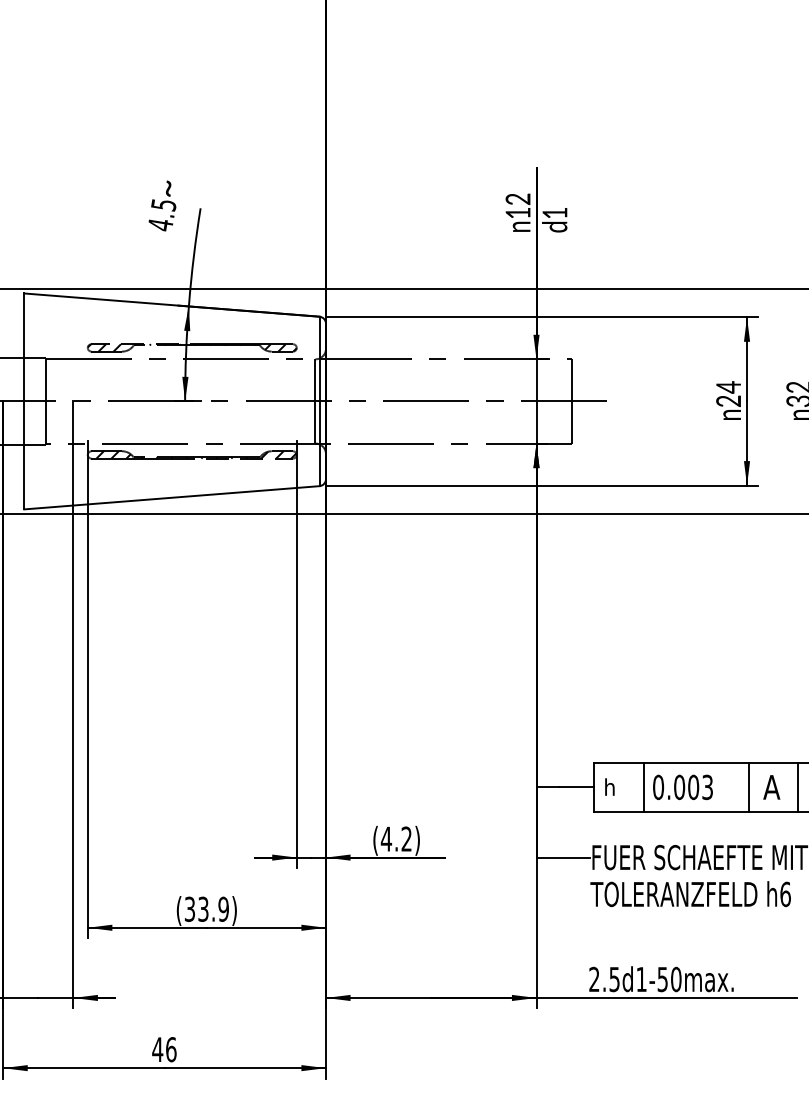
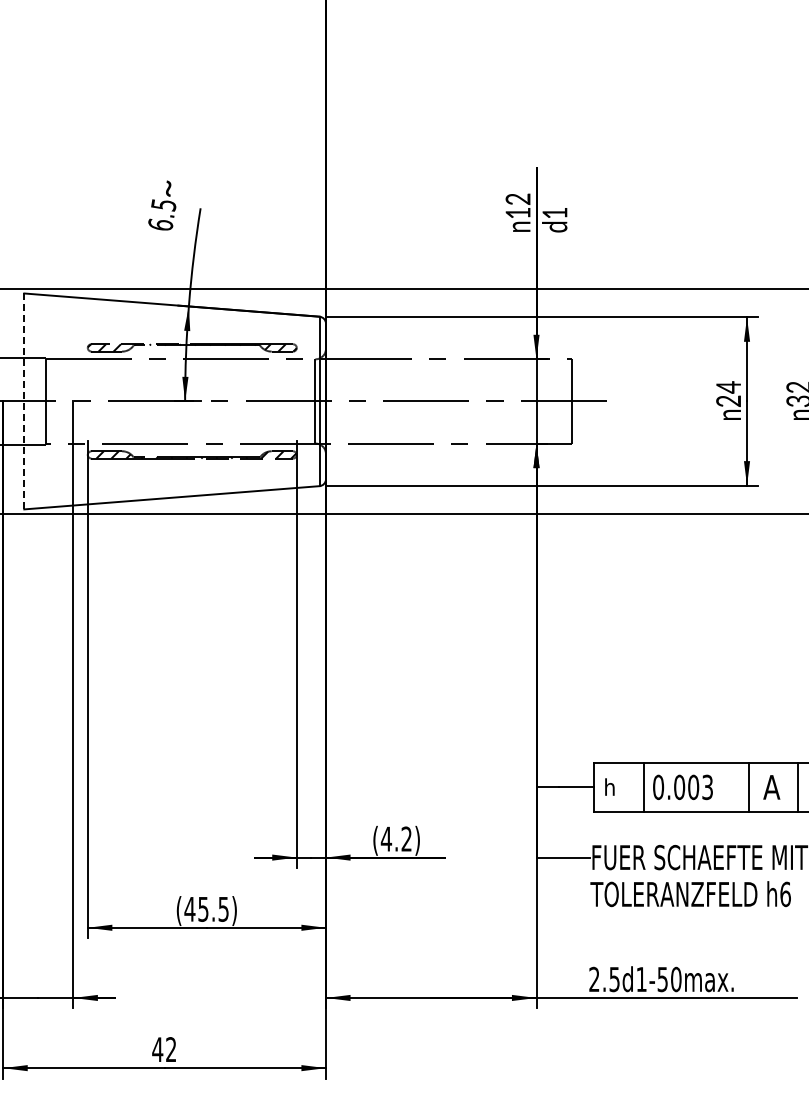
text at (160, 224): 4.5 -> 6.5
line at (24, 401): solid -> dashed
text at (206, 908): (33.9) -> (45.5)
text at (171, 1049): 46 -> 42
